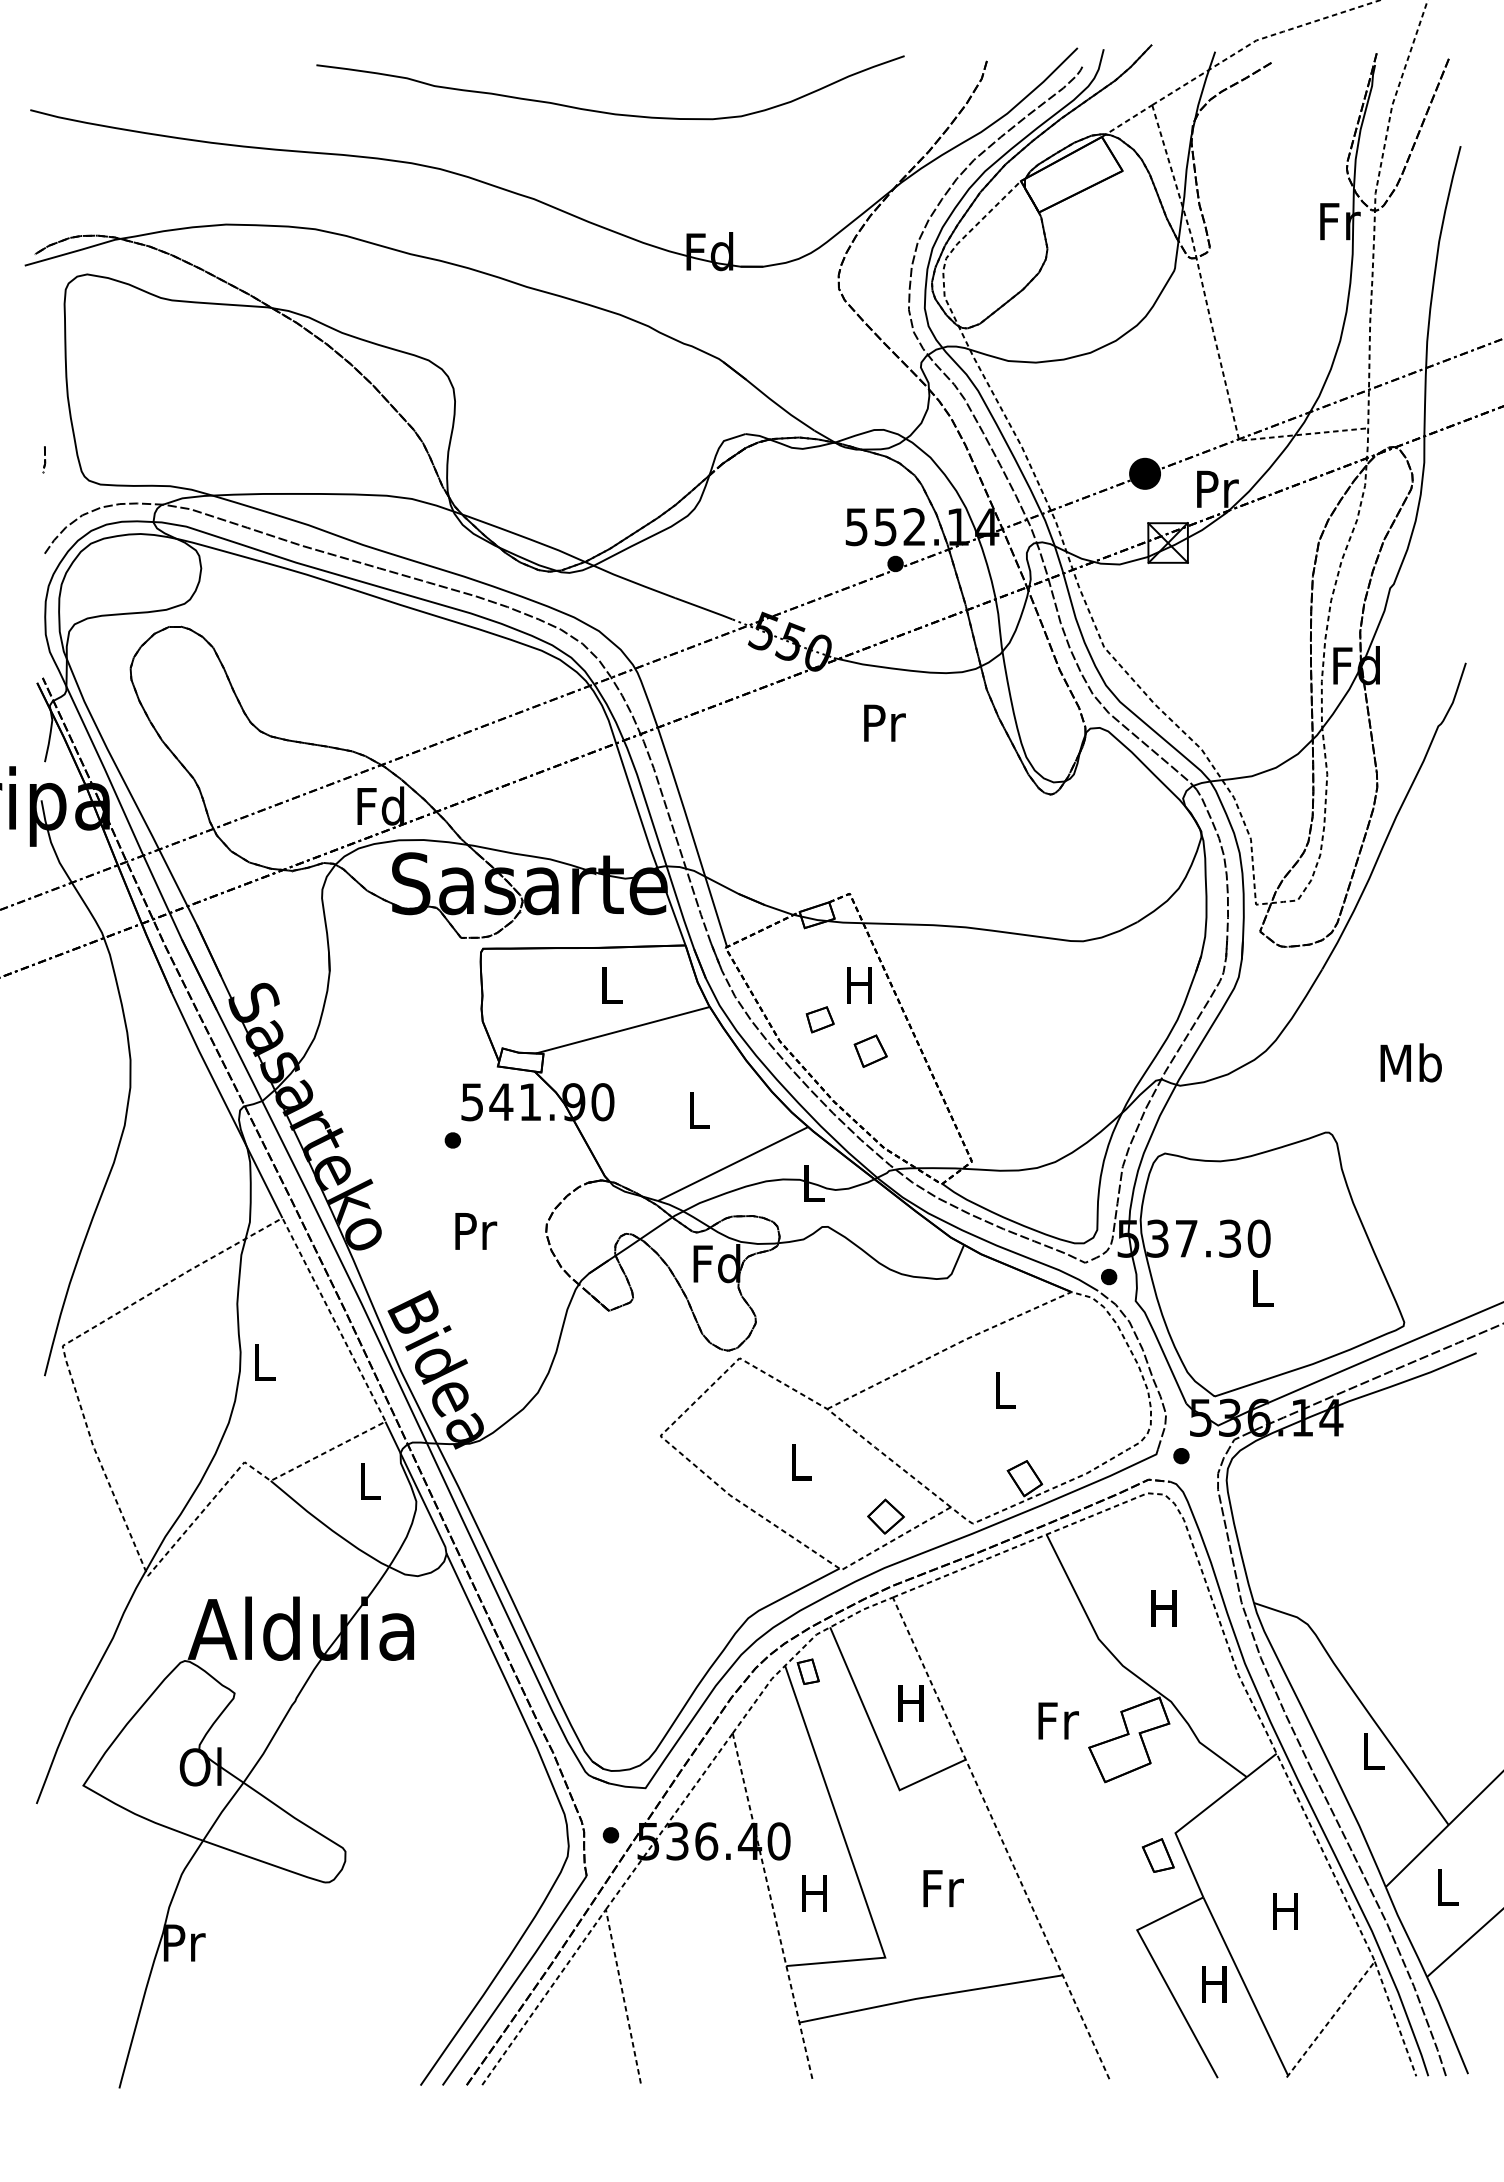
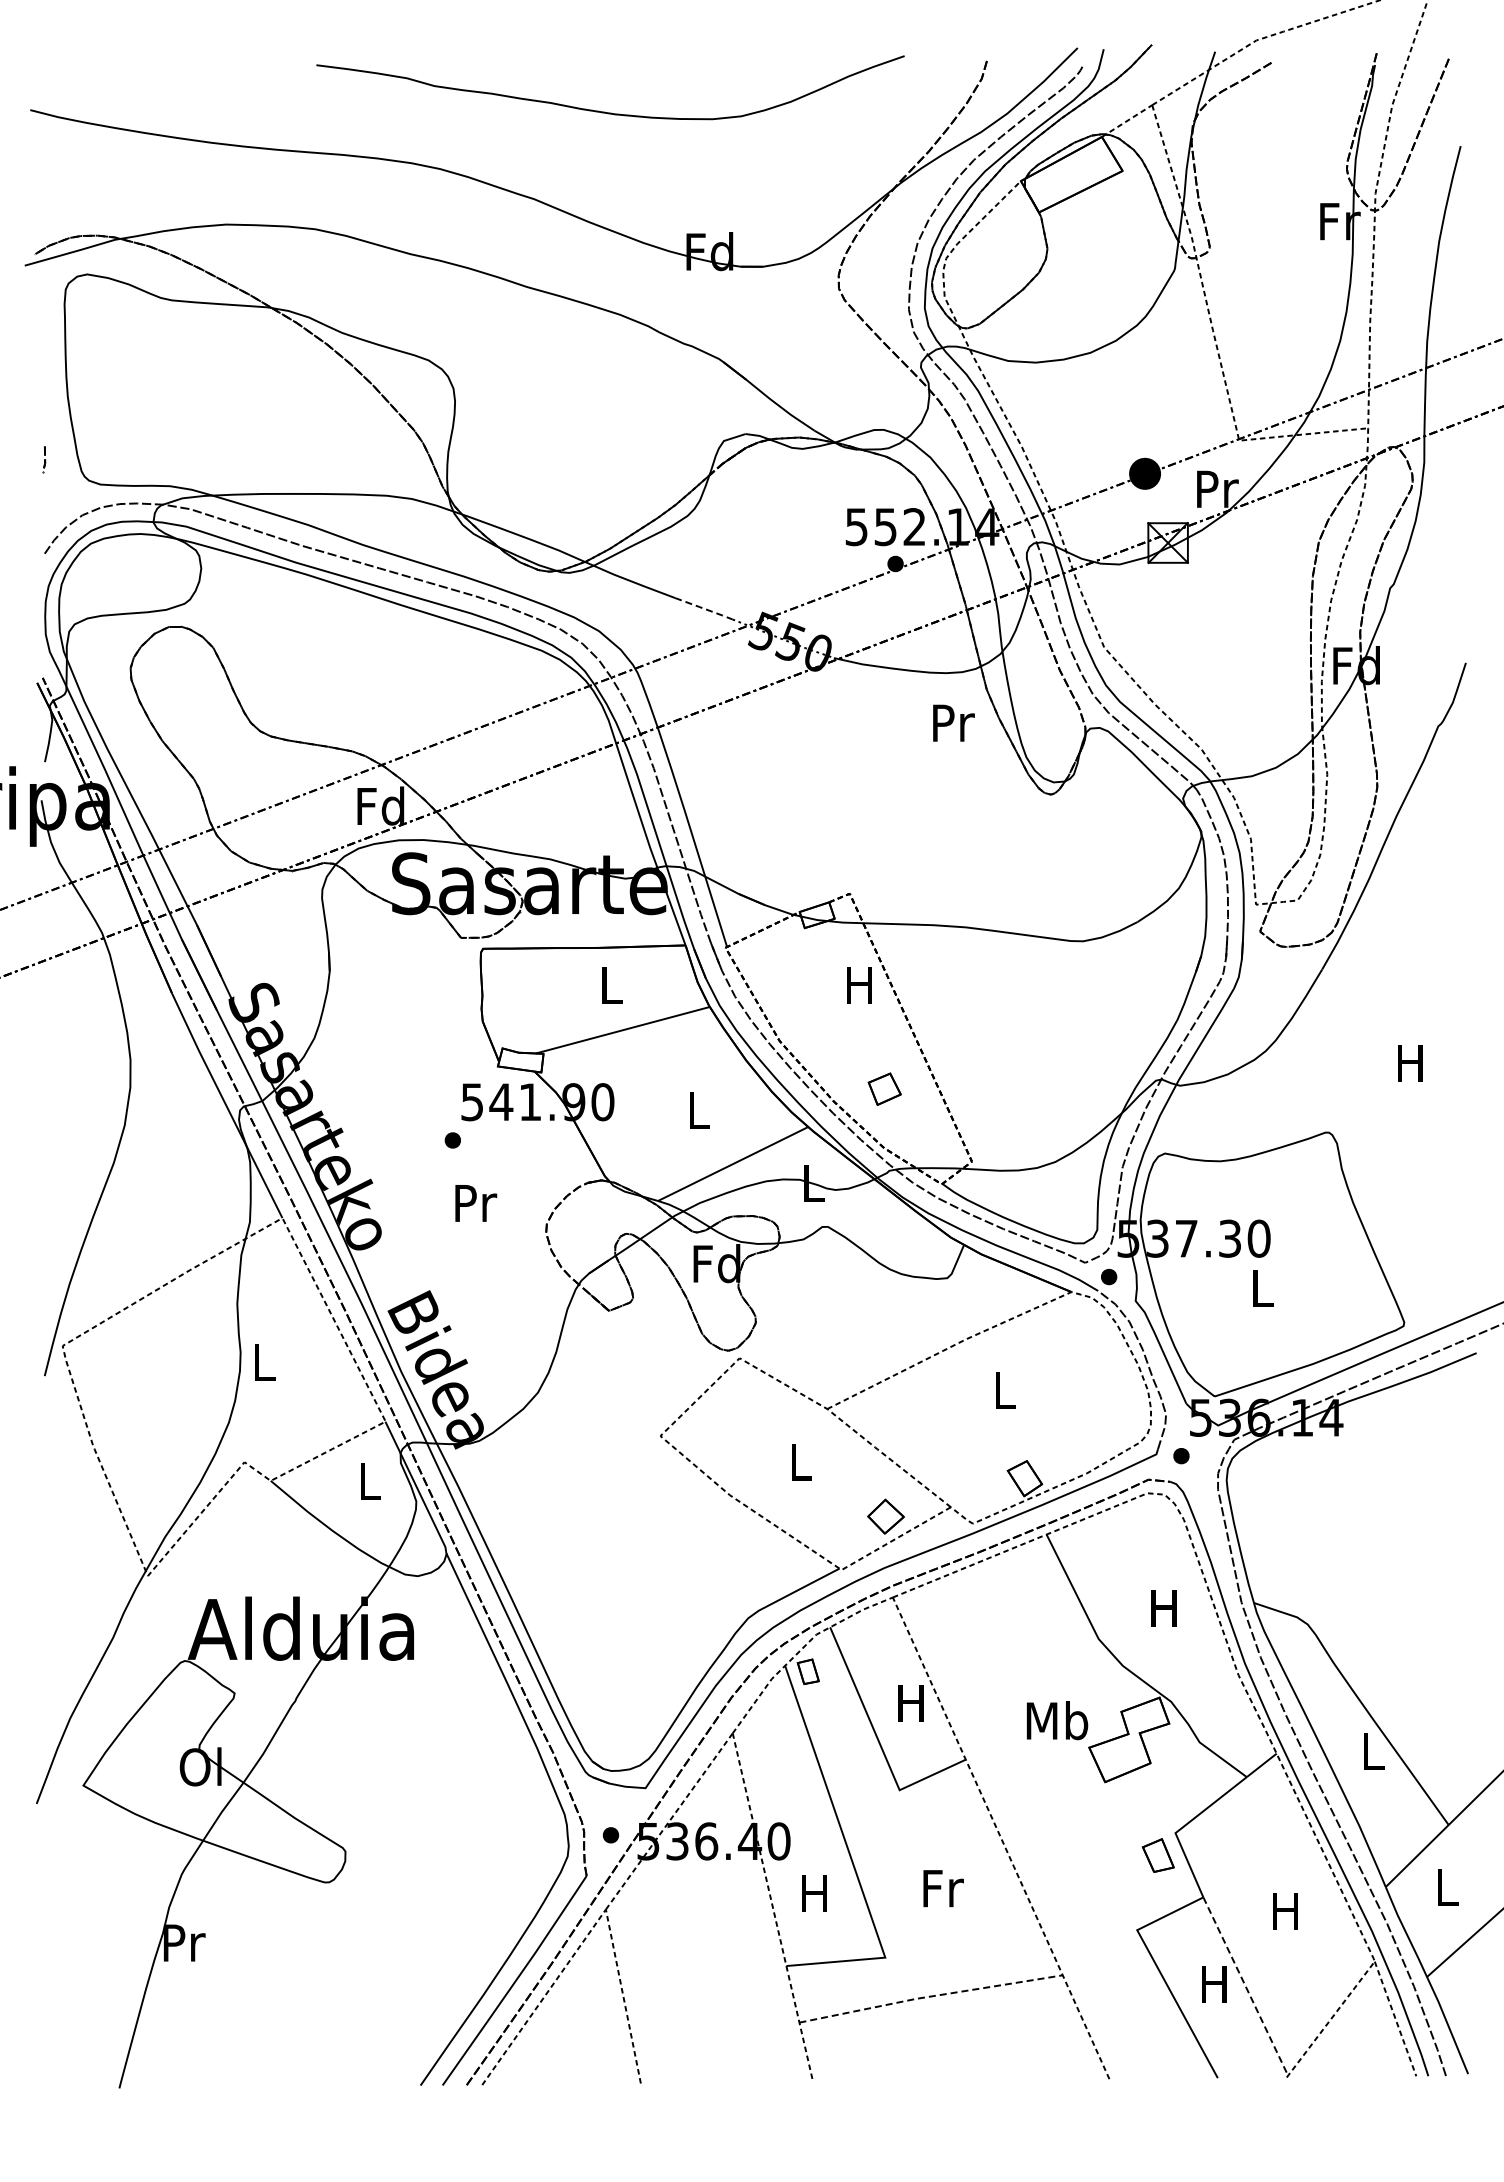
line at (704, 608): solid -> dashed
text at (884, 722) position: (884, 722) -> (953, 722)
part at (819, 1019): present -> none
part at (870, 1050) position: (870, 1050) -> (884, 1088)
text at (1410, 1062): Mb -> H
text at (476, 1231) position: (476, 1231) -> (476, 1203)
text at (1057, 1720): Fr -> Mb
line at (1246, 1987): solid -> dashed
line at (931, 1996): solid -> dashed
